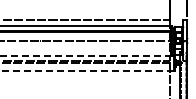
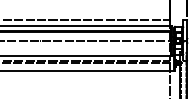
line at (86, 55): dashed -> solid
line at (86, 70): dashed -> solid
